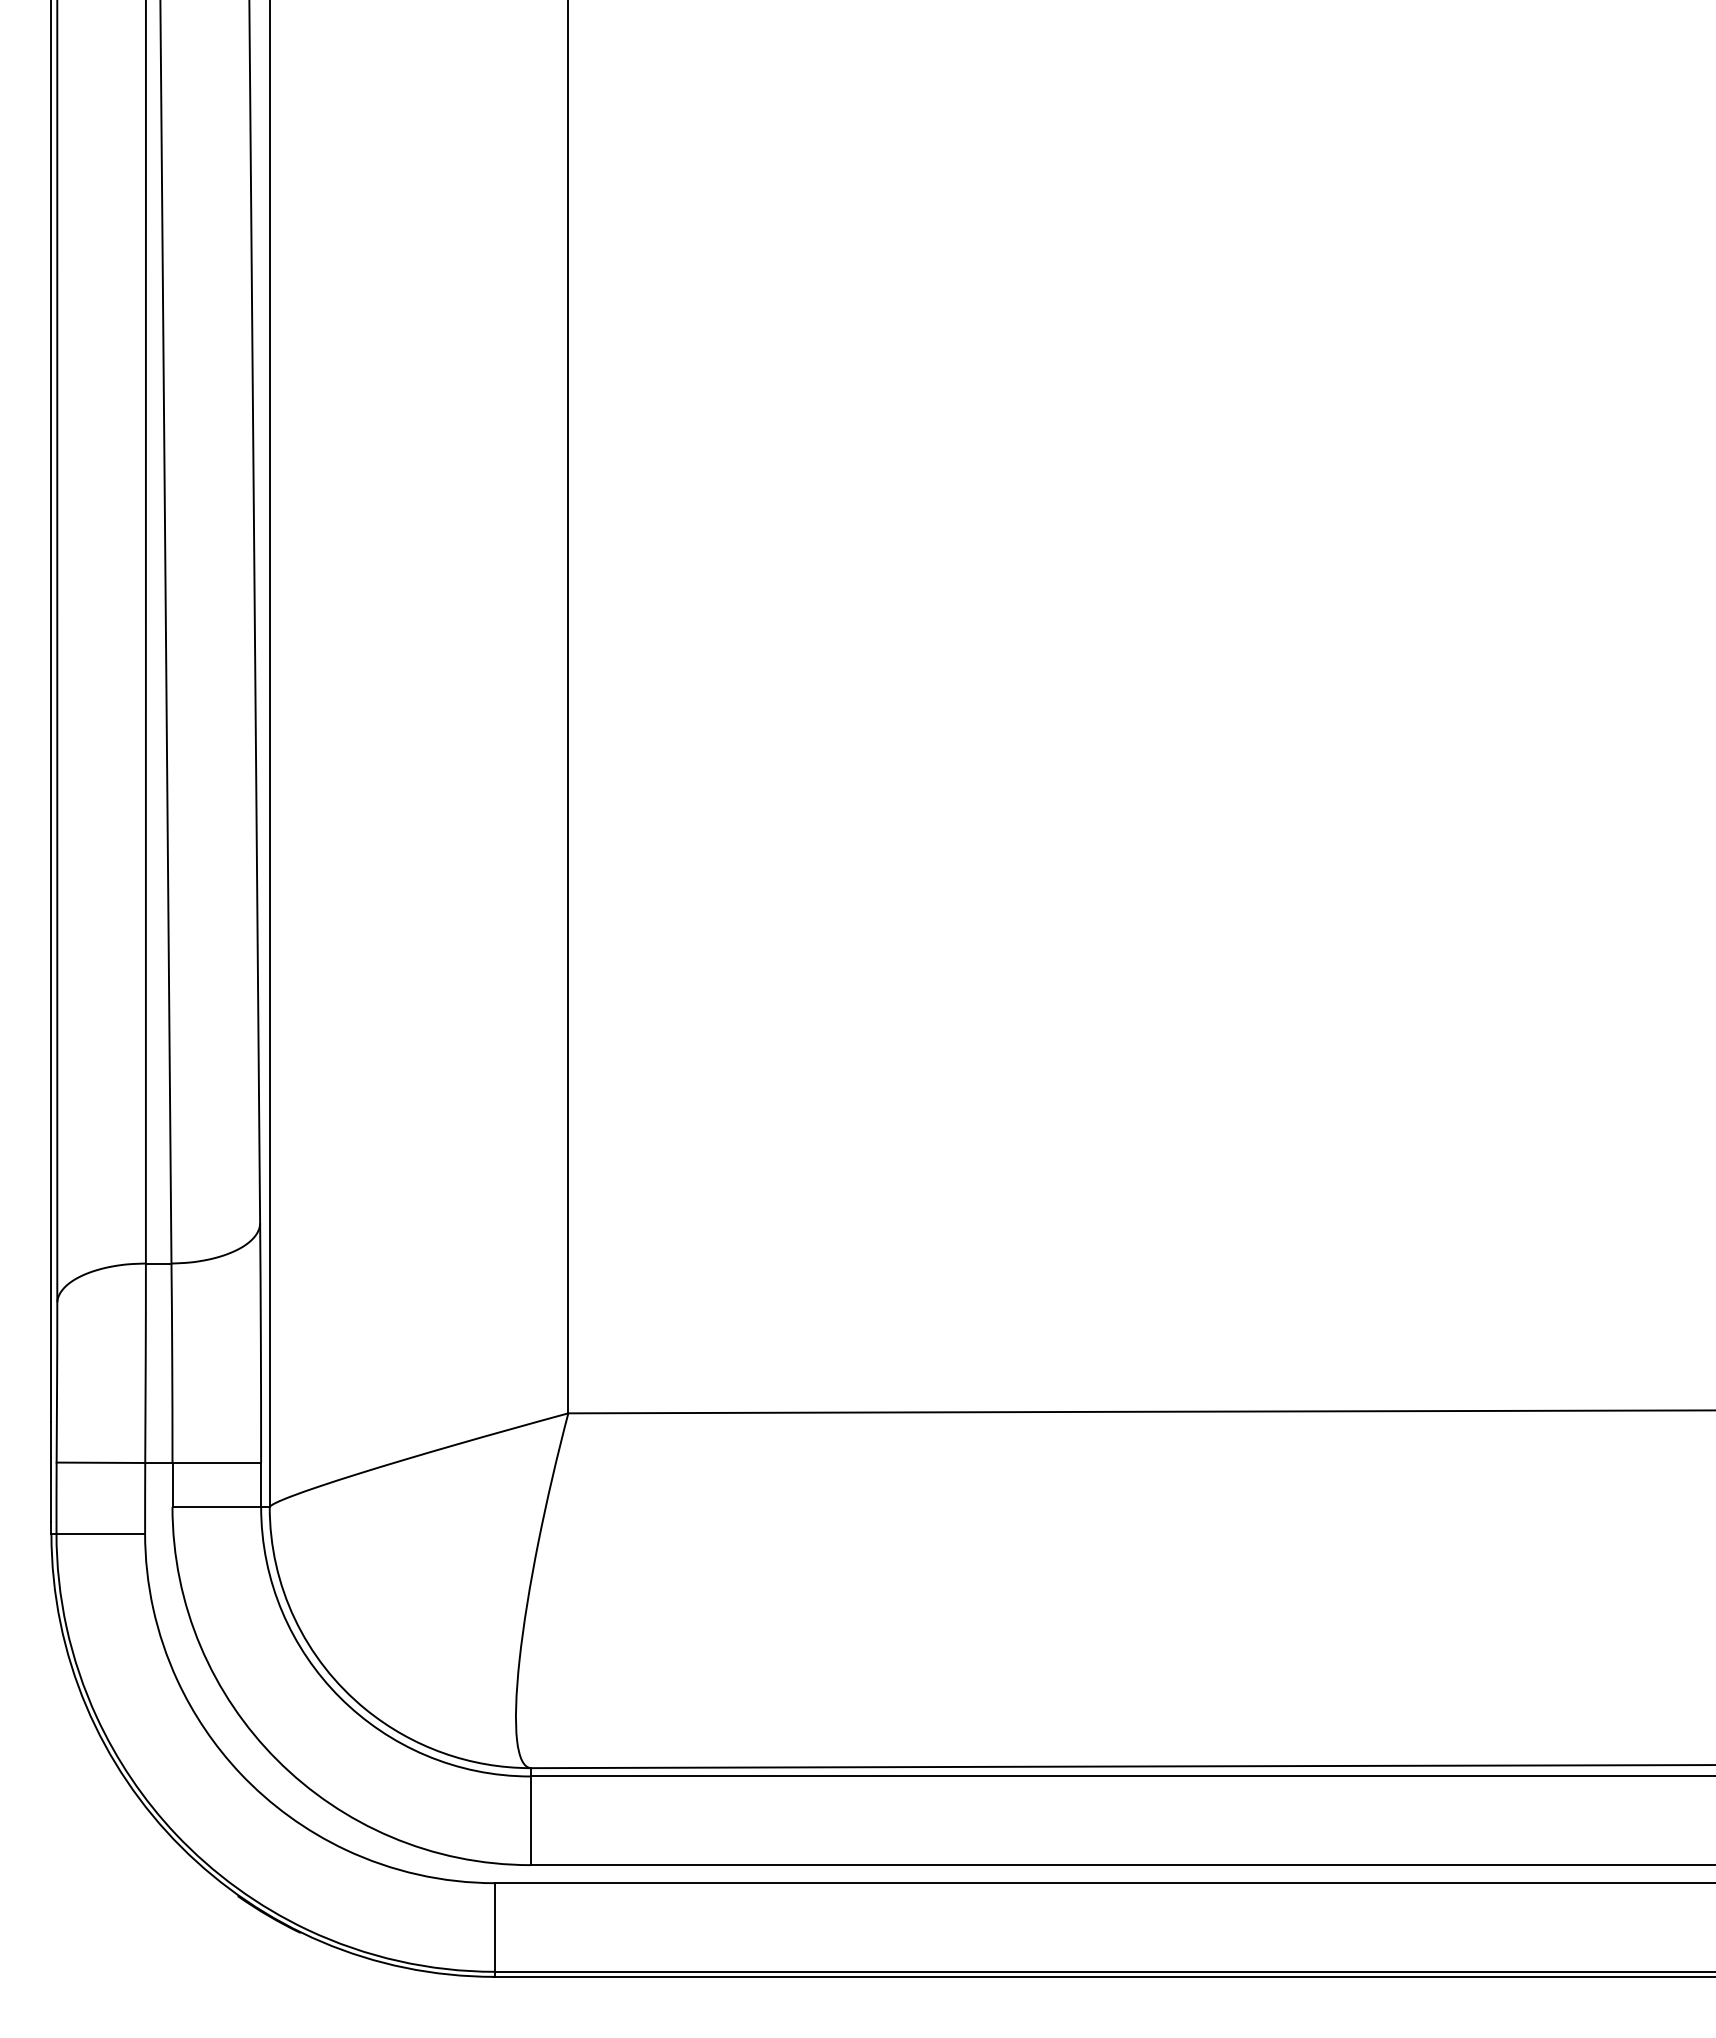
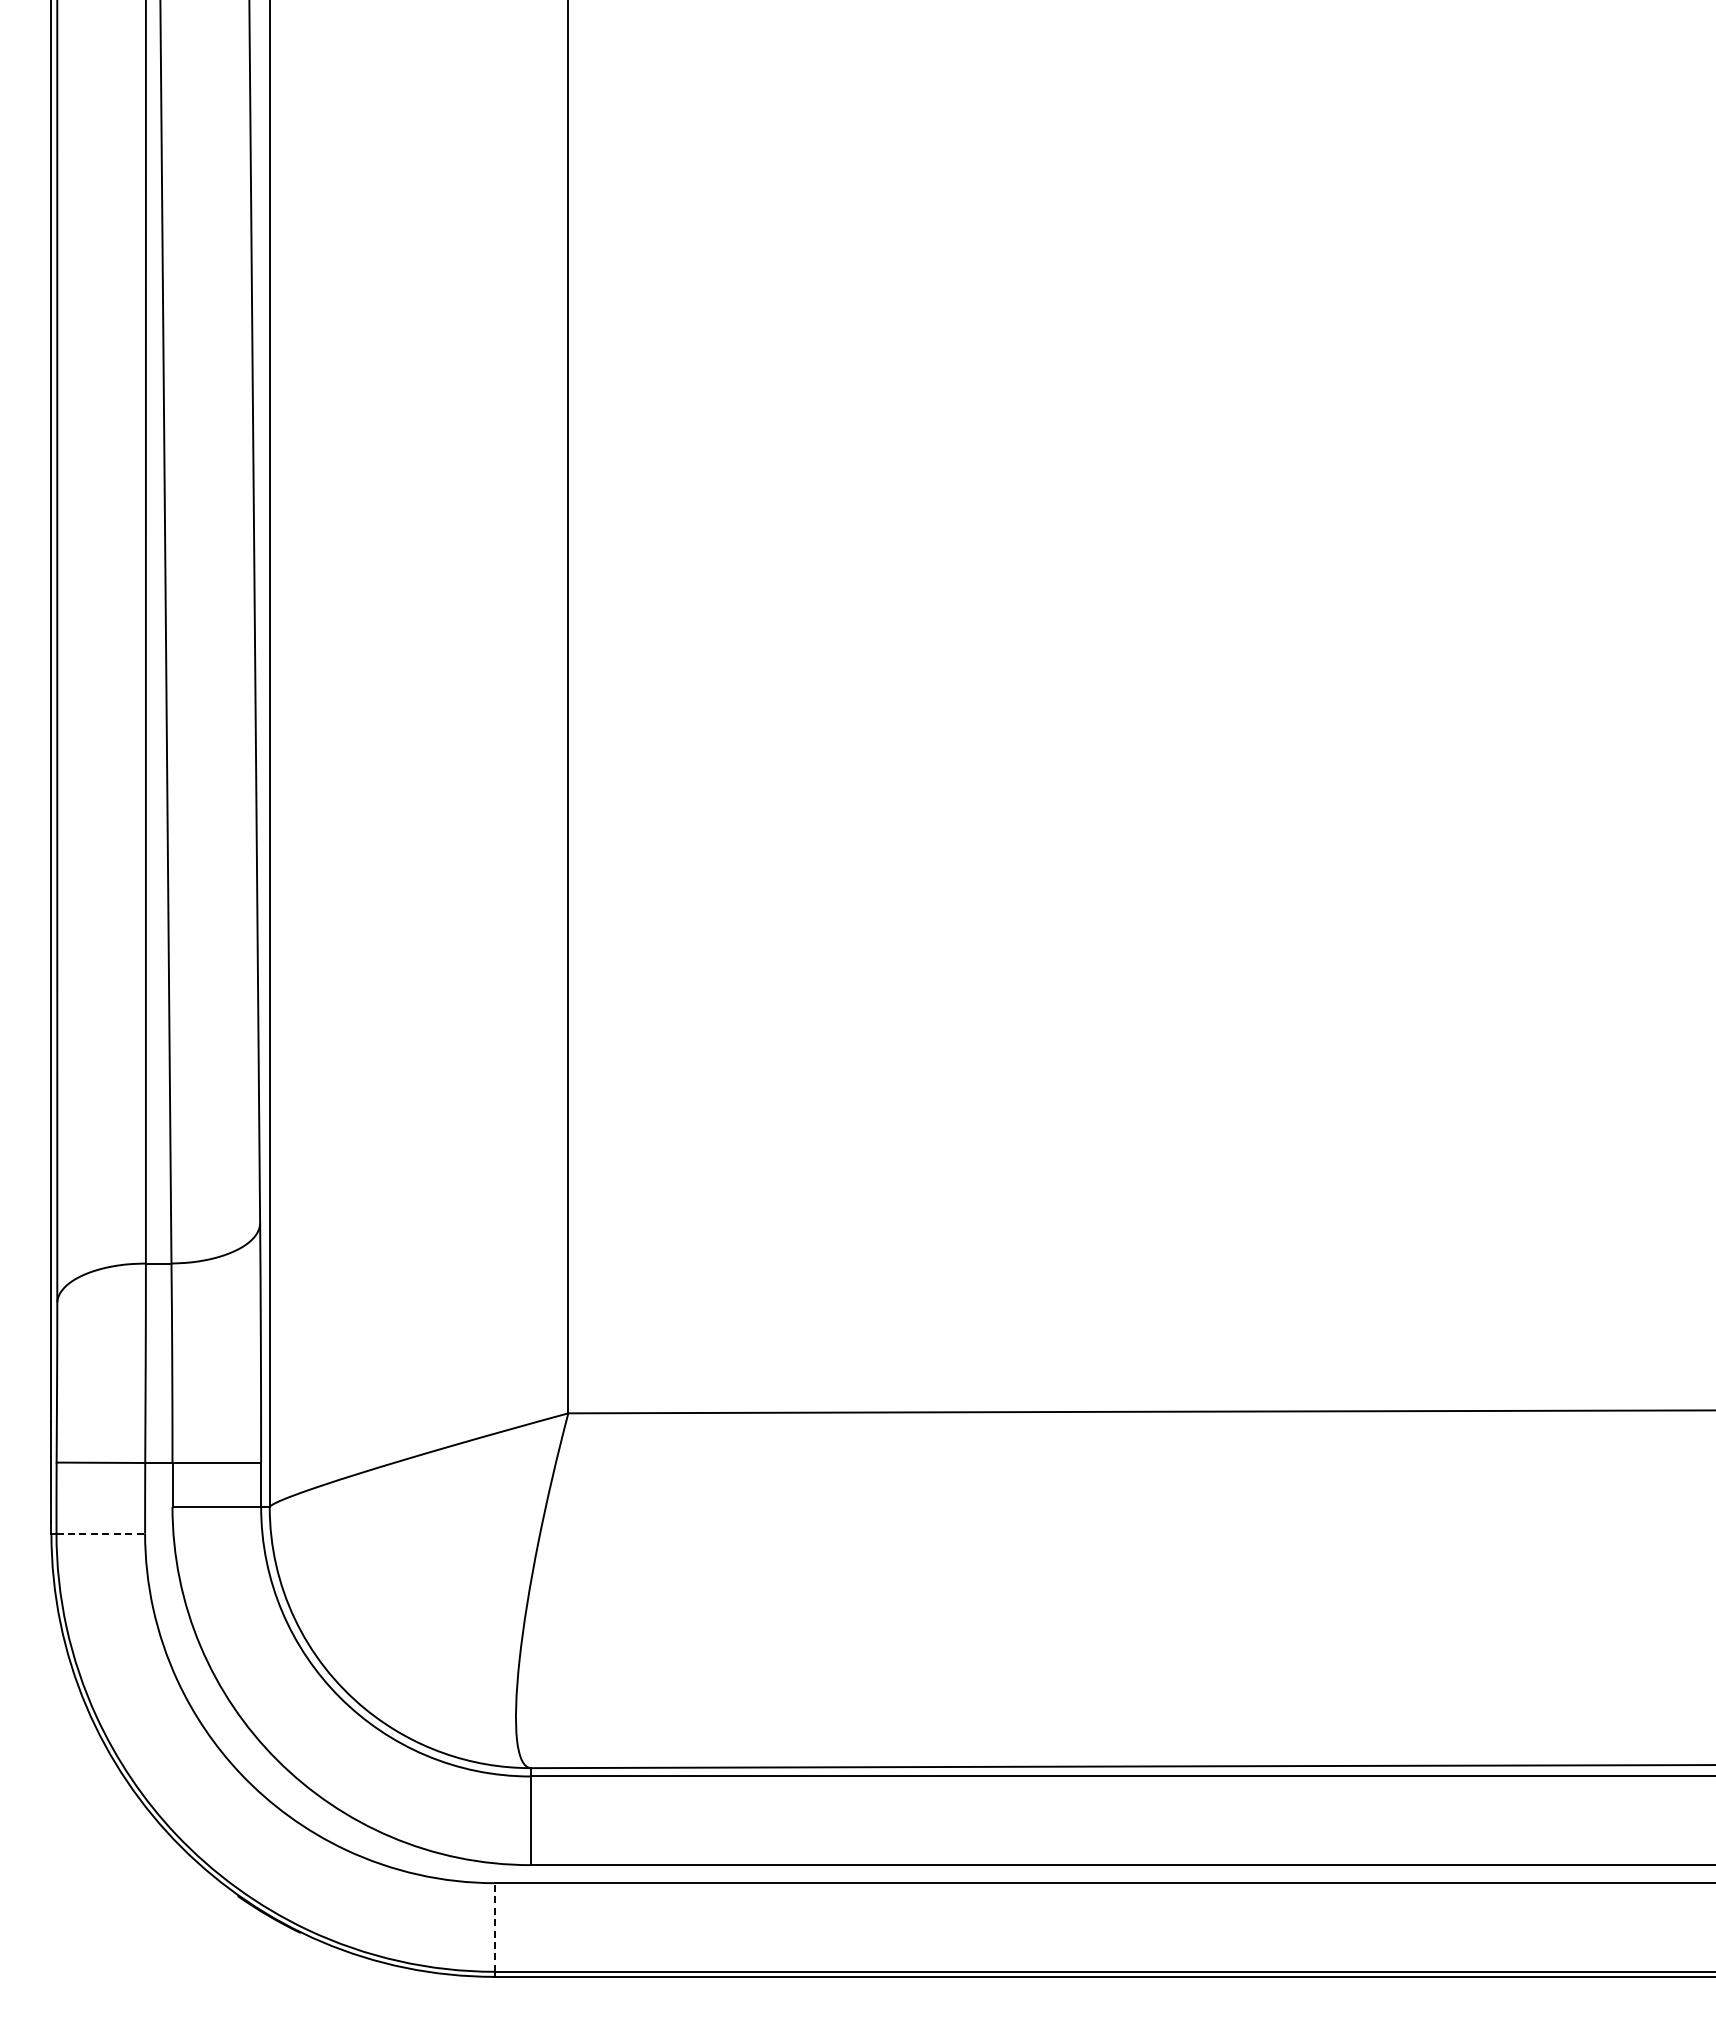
line at (101, 1533): solid -> dashed
line at (494, 1926): solid -> dashed
